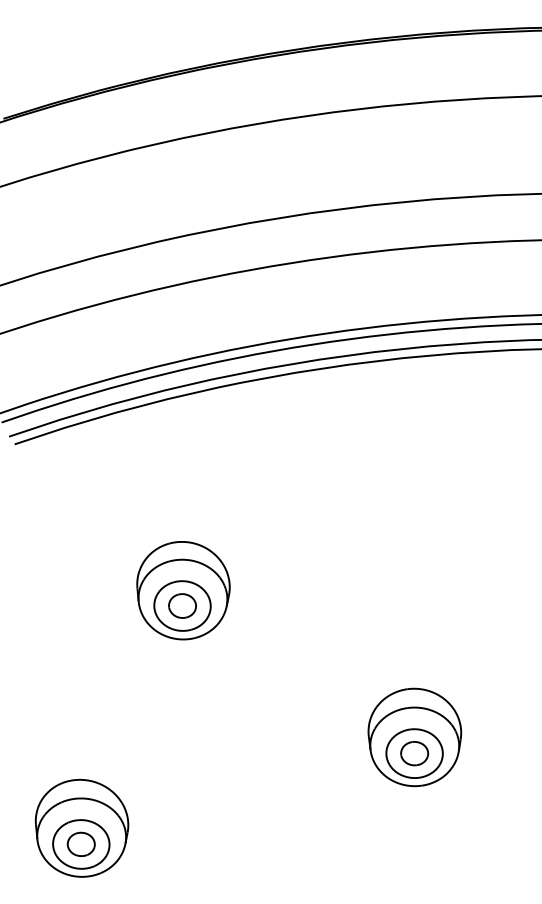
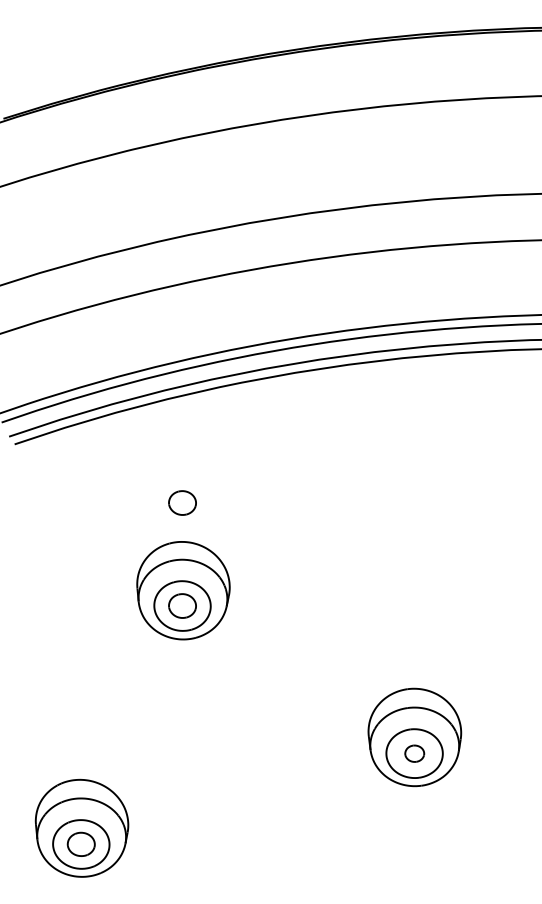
part at (182, 502): none -> present
part at (414, 753) size: 30x26 px -> 22x19 px
